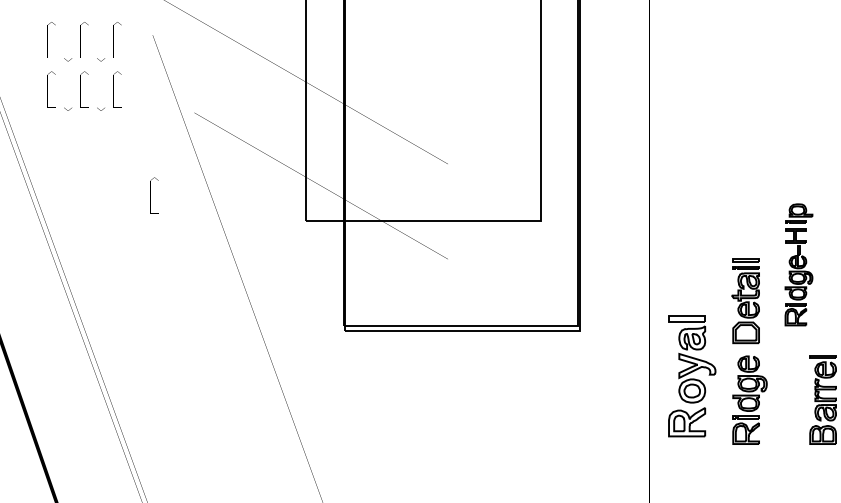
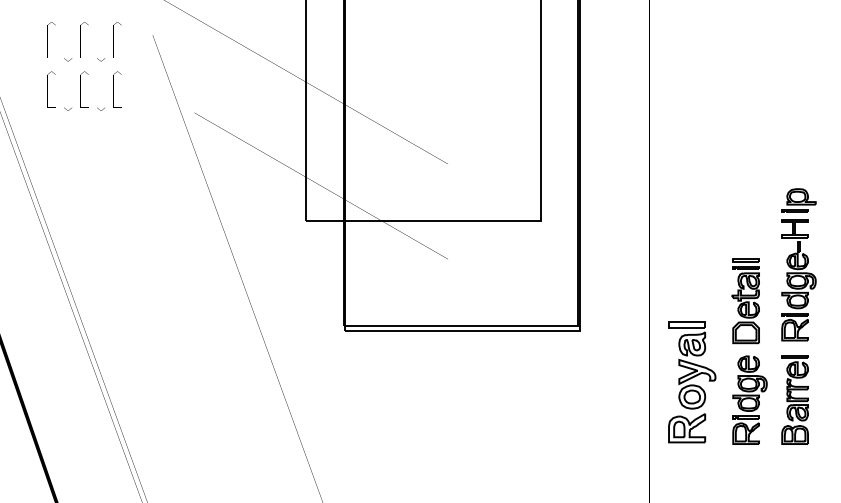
part at (154, 195): present -> none
part at (798, 264) size: 30x124 px -> 36x154 px
part at (692, 376) position: (692, 376) -> (692, 382)
part at (822, 399) position: (822, 399) -> (794, 399)
